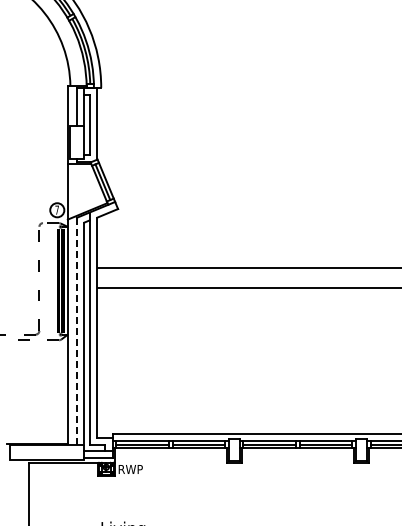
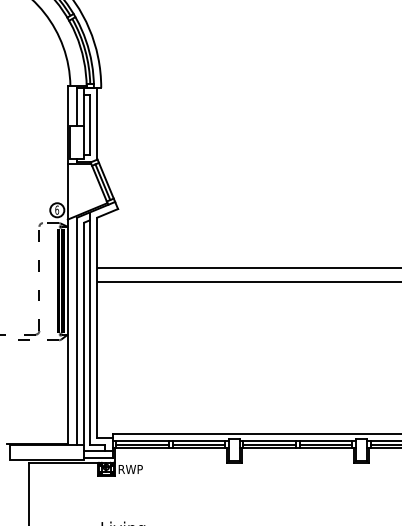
text at (57, 209): 7 -> 6
line at (247, 288) position: (247, 288) -> (247, 282)
line at (76, 331): dashed -> solid
